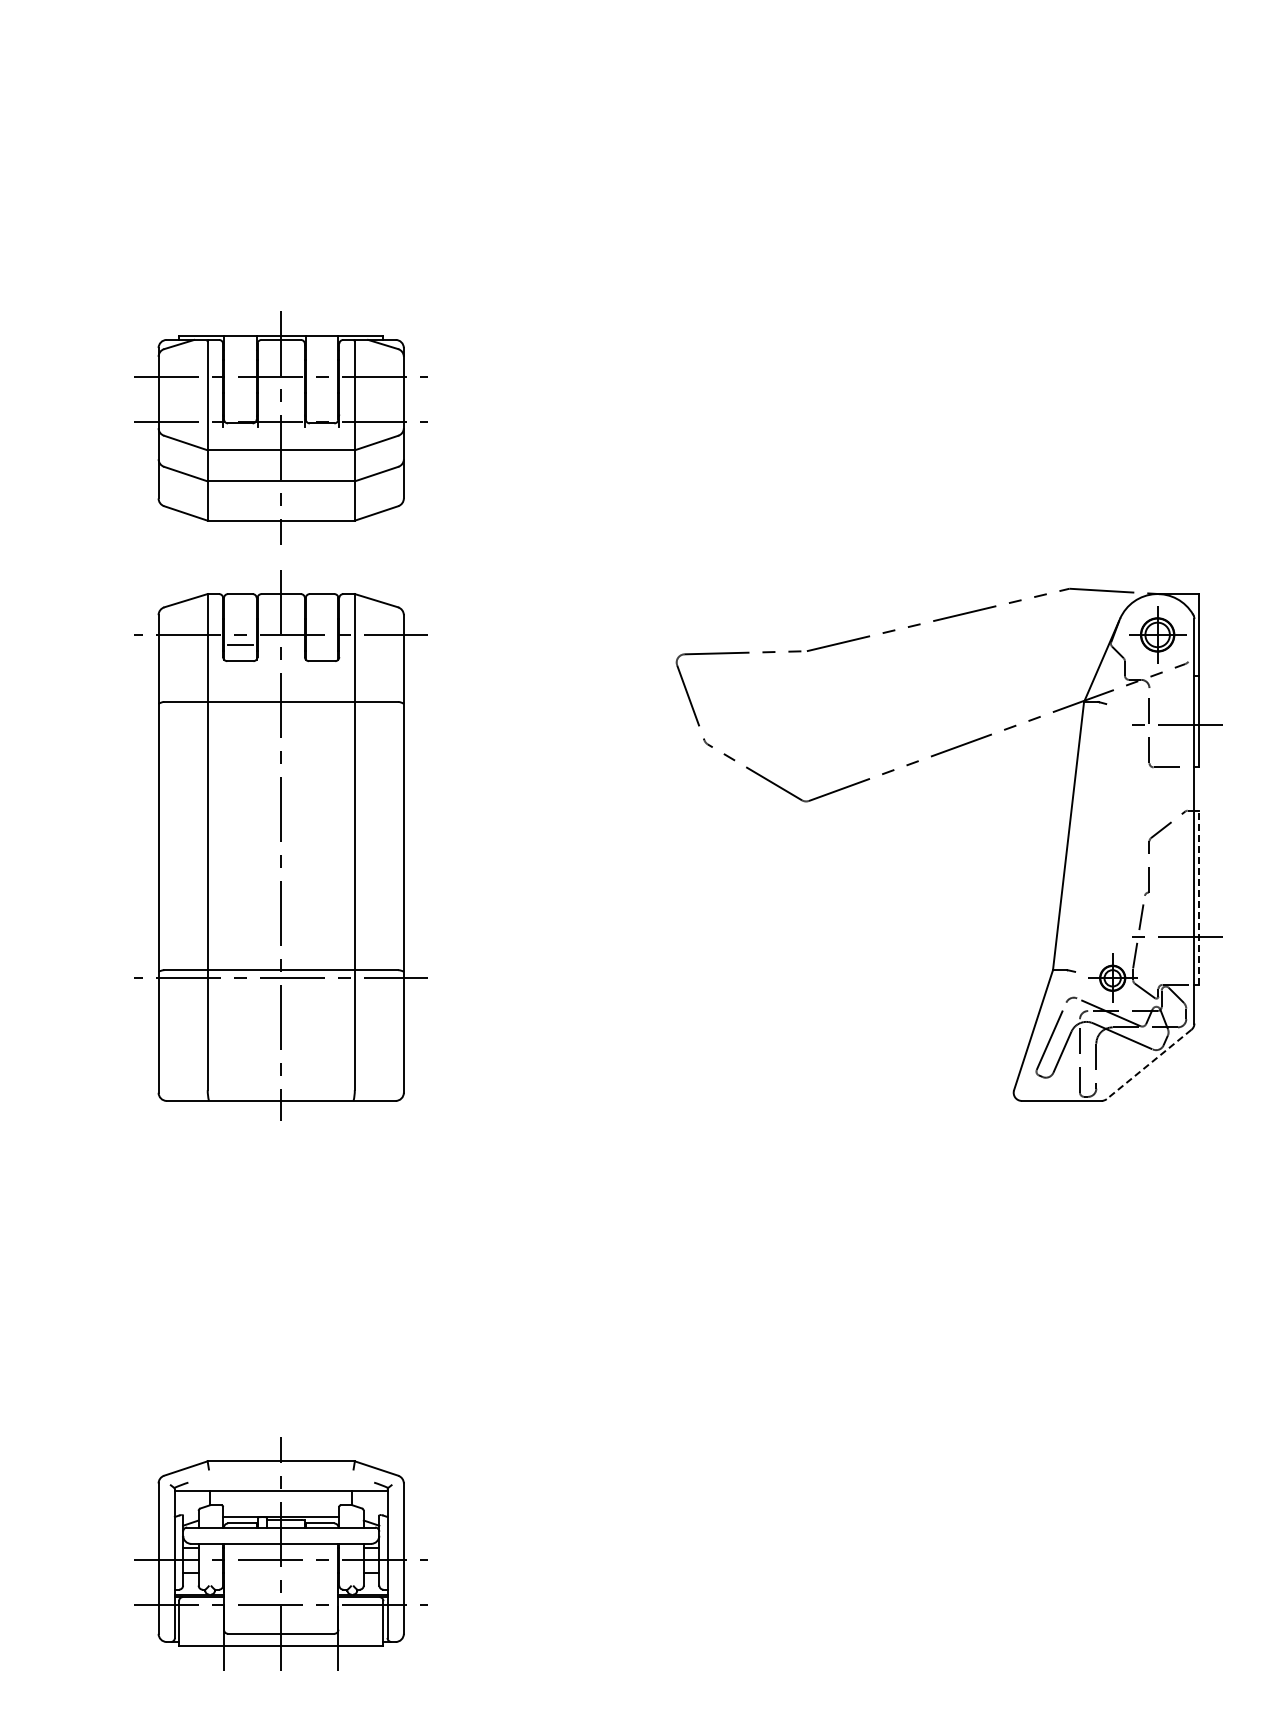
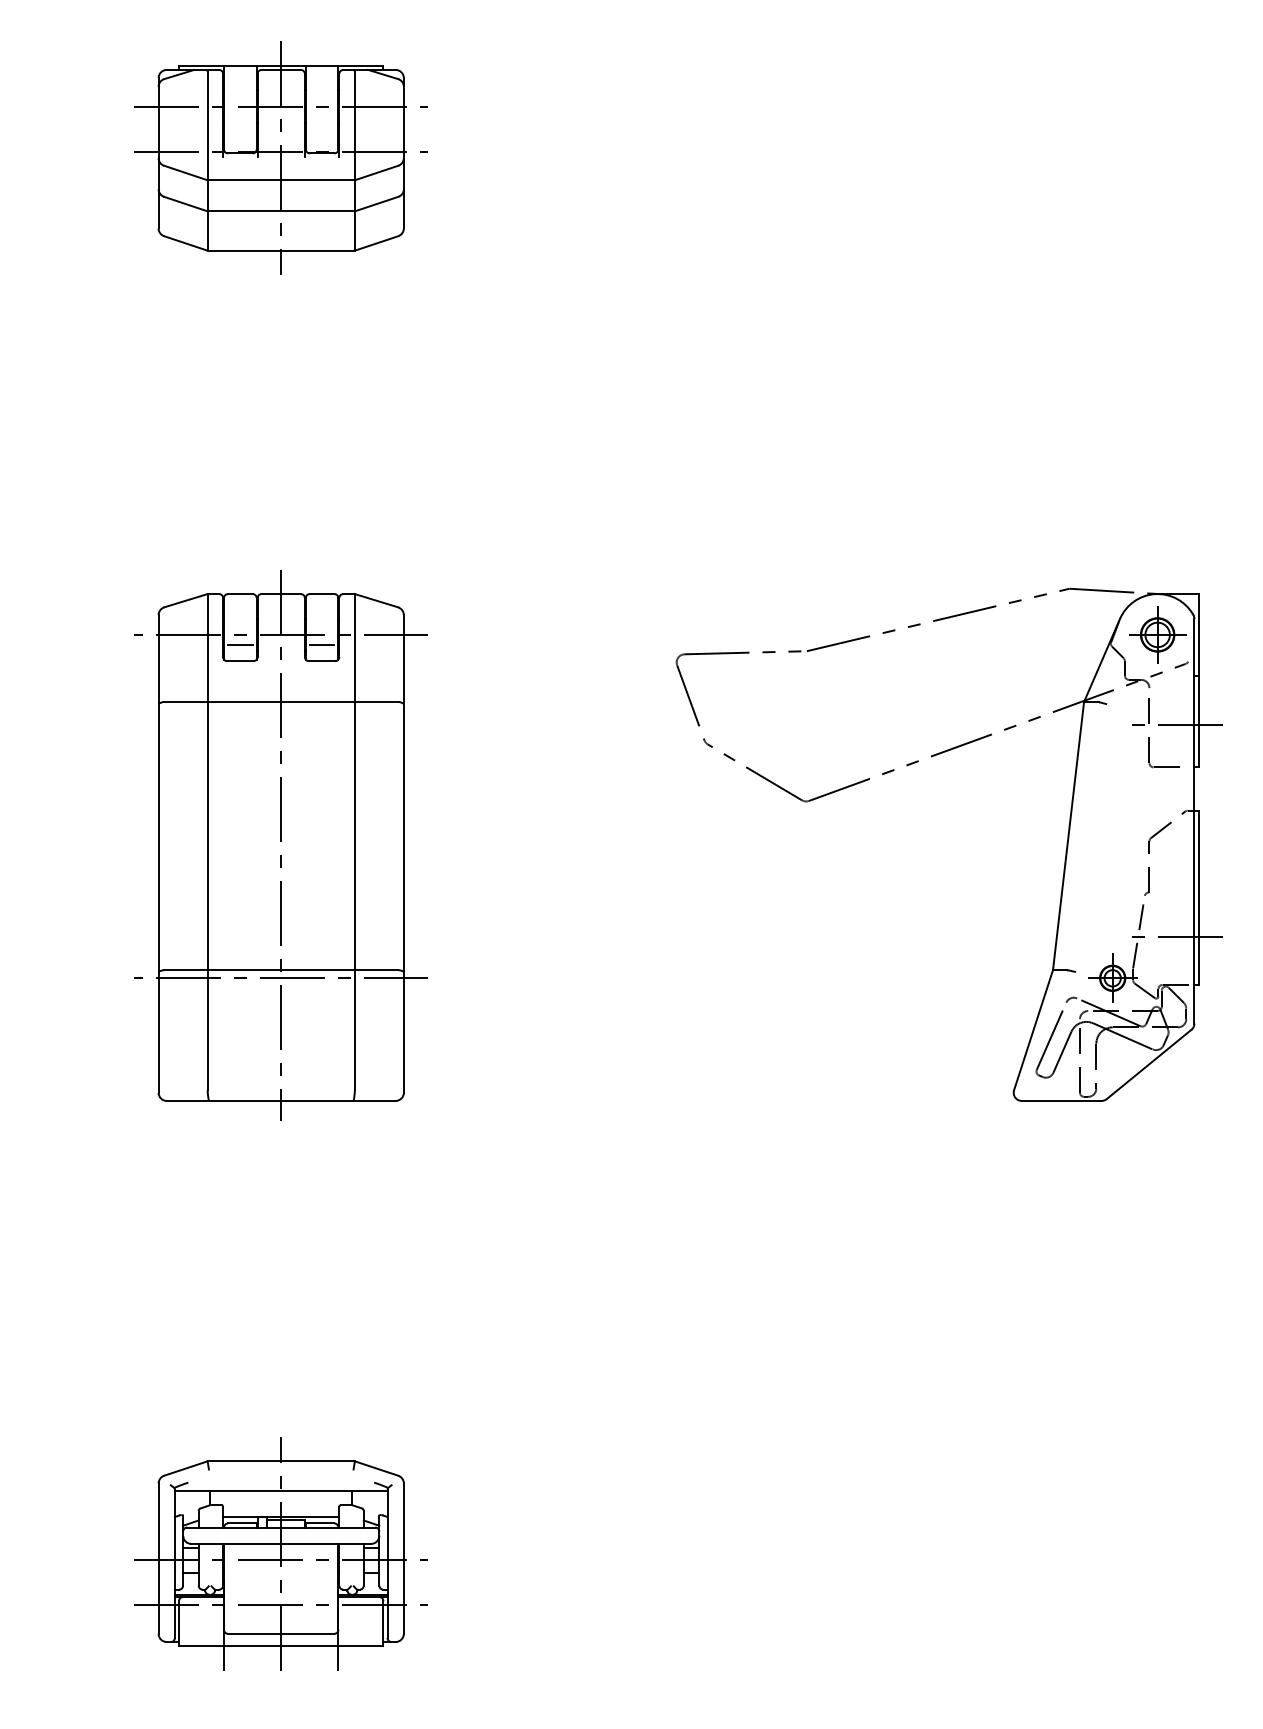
part at (280, 427) position: (280, 427) -> (280, 157)
line at (321, 644): none -> present
line at (1198, 897): dashed -> solid
line at (1149, 1064): dashed -> solid
